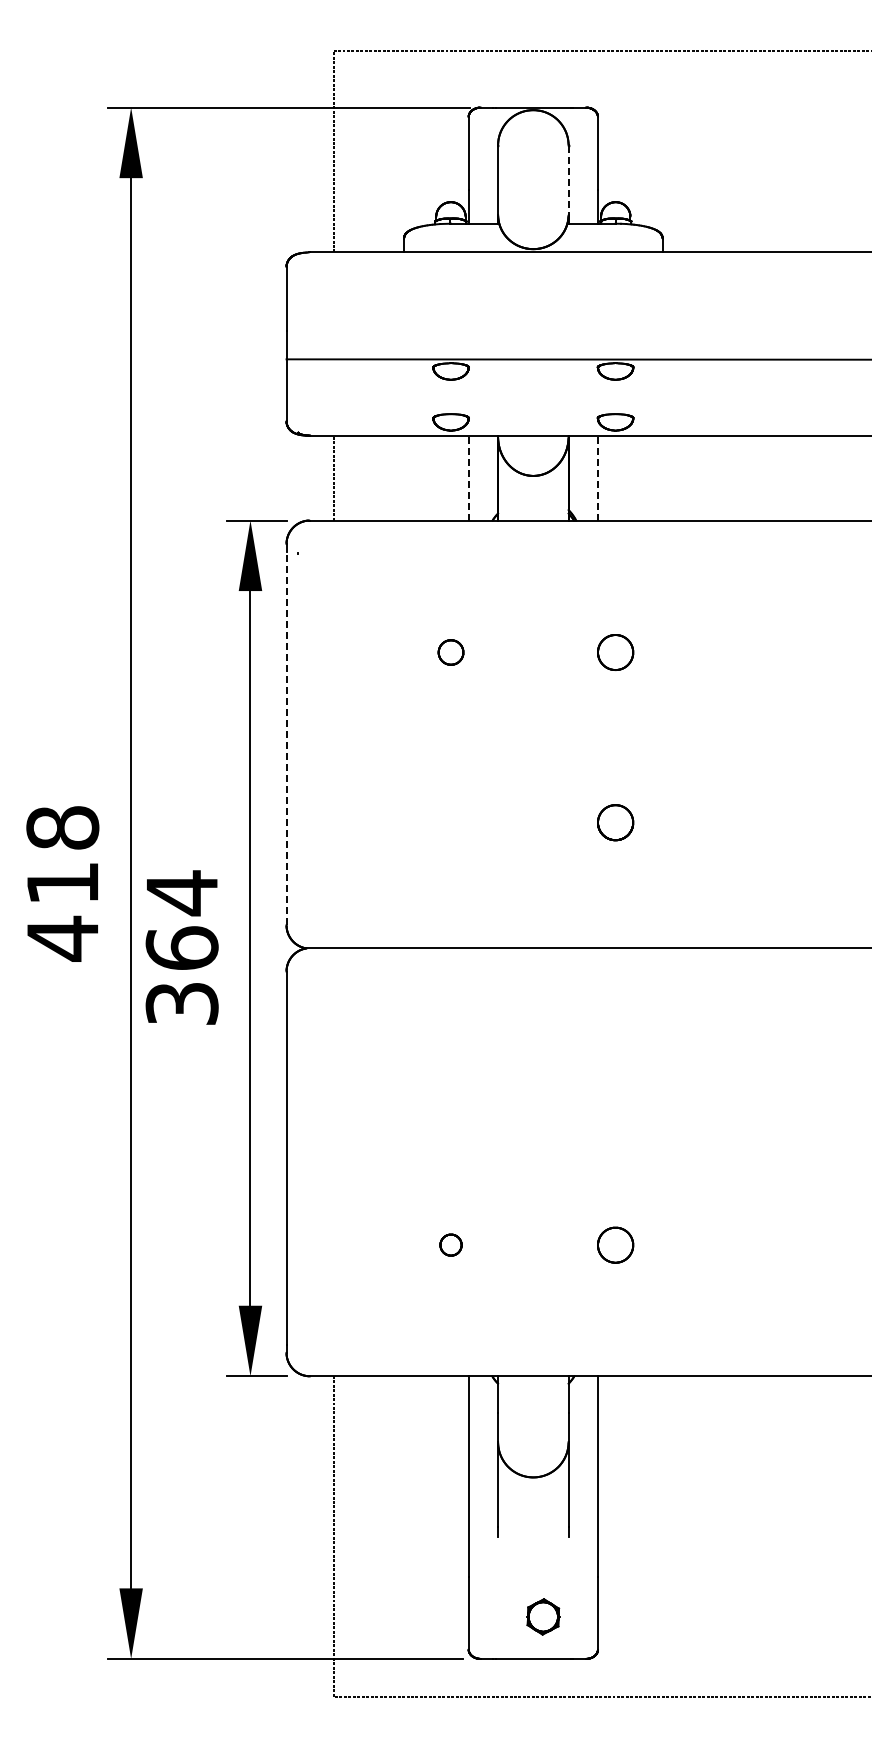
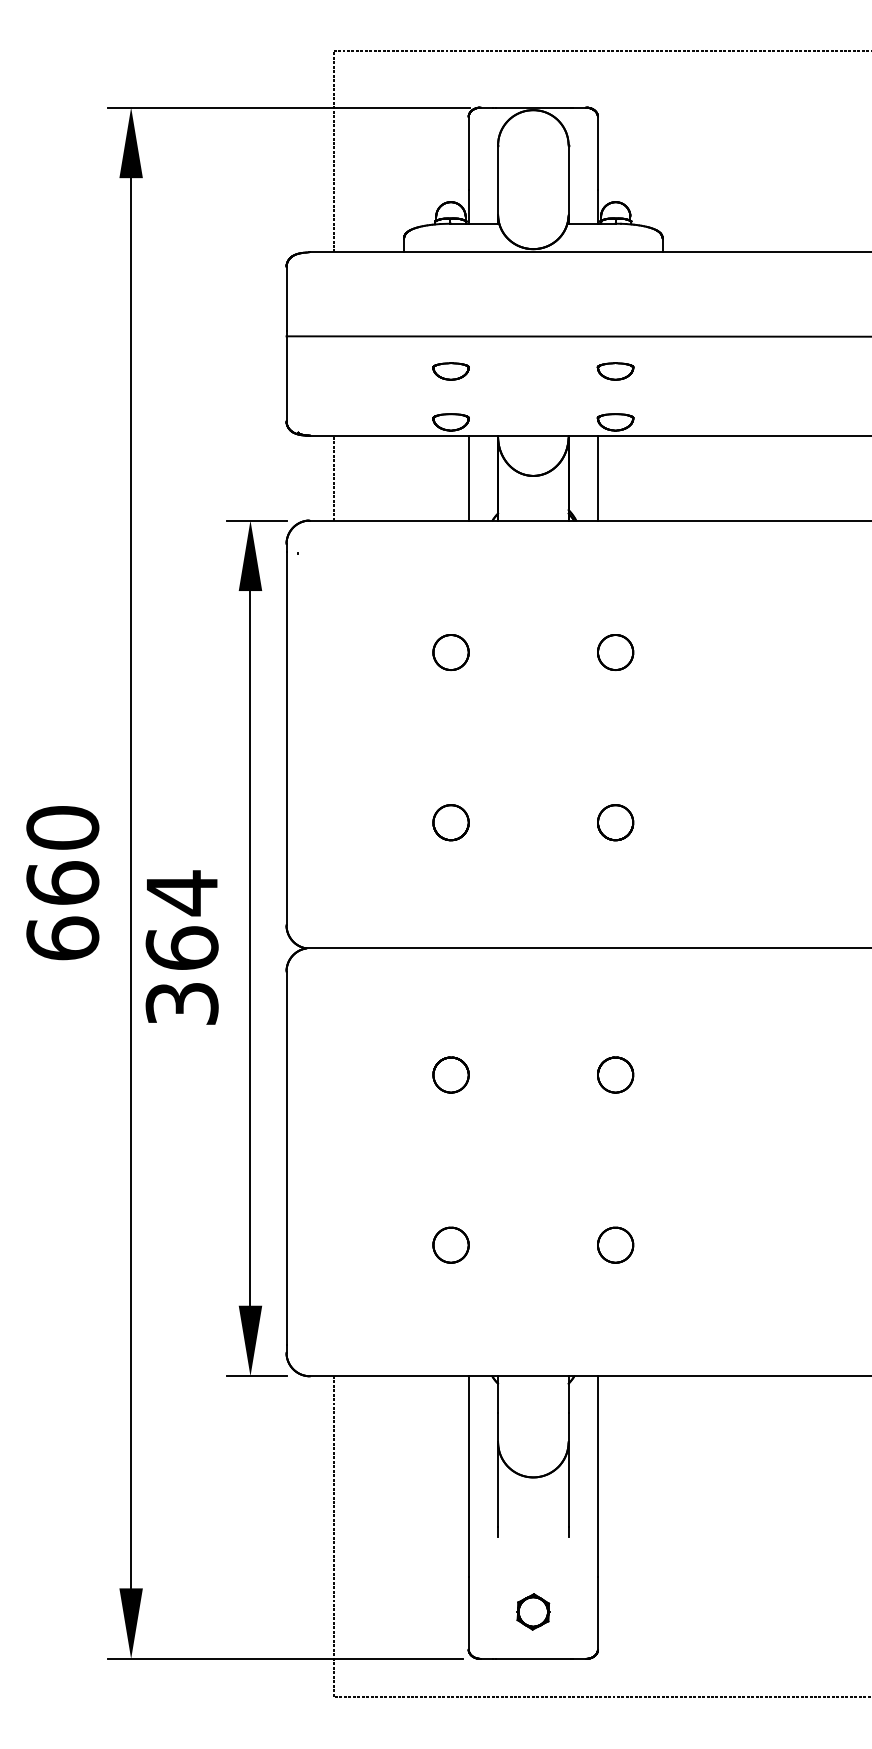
line at (568, 180): dashed -> solid
line at (577, 359) position: (577, 359) -> (577, 336)
line at (468, 477): dashed -> solid
line at (597, 477): dashed -> solid
part at (450, 652) size: 28x27 px -> 38x37 px
line at (286, 738): dashed -> solid
part at (450, 822): none -> present
text at (62, 883): 418 -> 660
part at (450, 1074): none -> present
part at (615, 1074): none -> present
part at (450, 1244) size: 24x24 px -> 38x38 px
part at (543, 1616) position: (543, 1616) -> (533, 1611)
